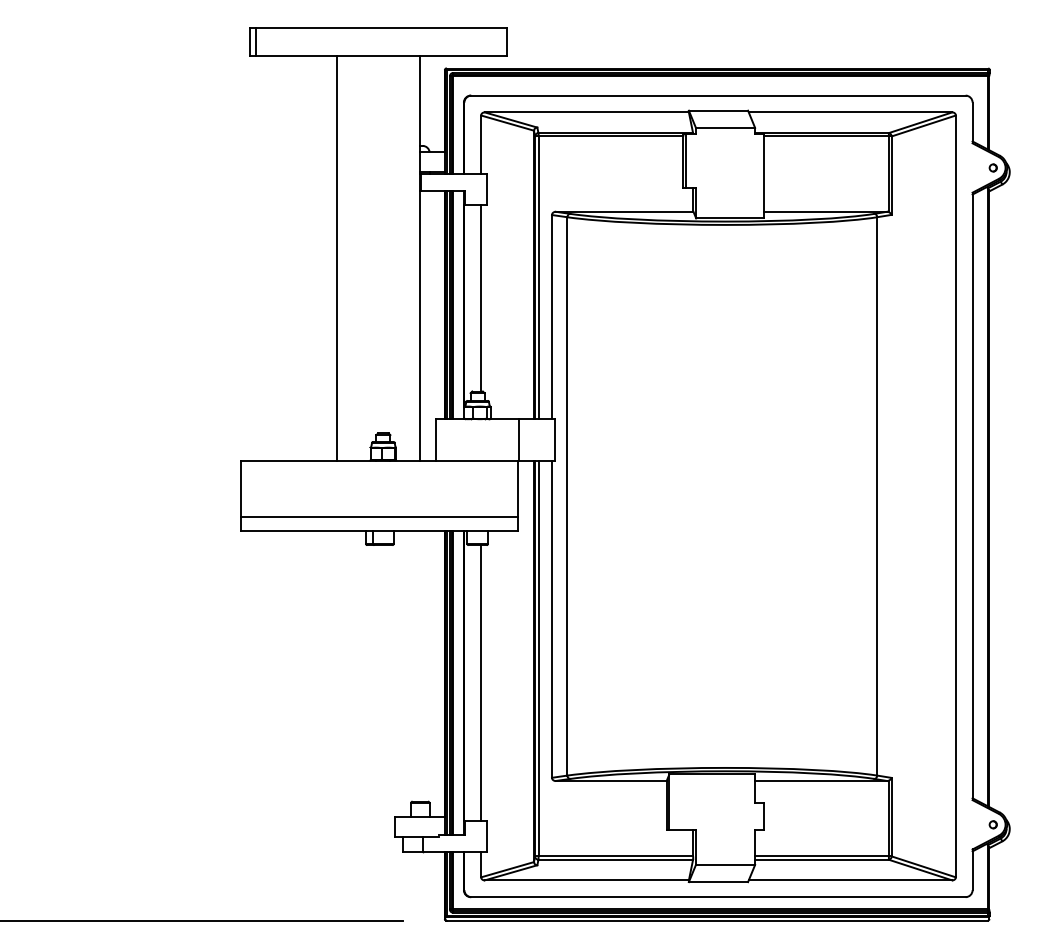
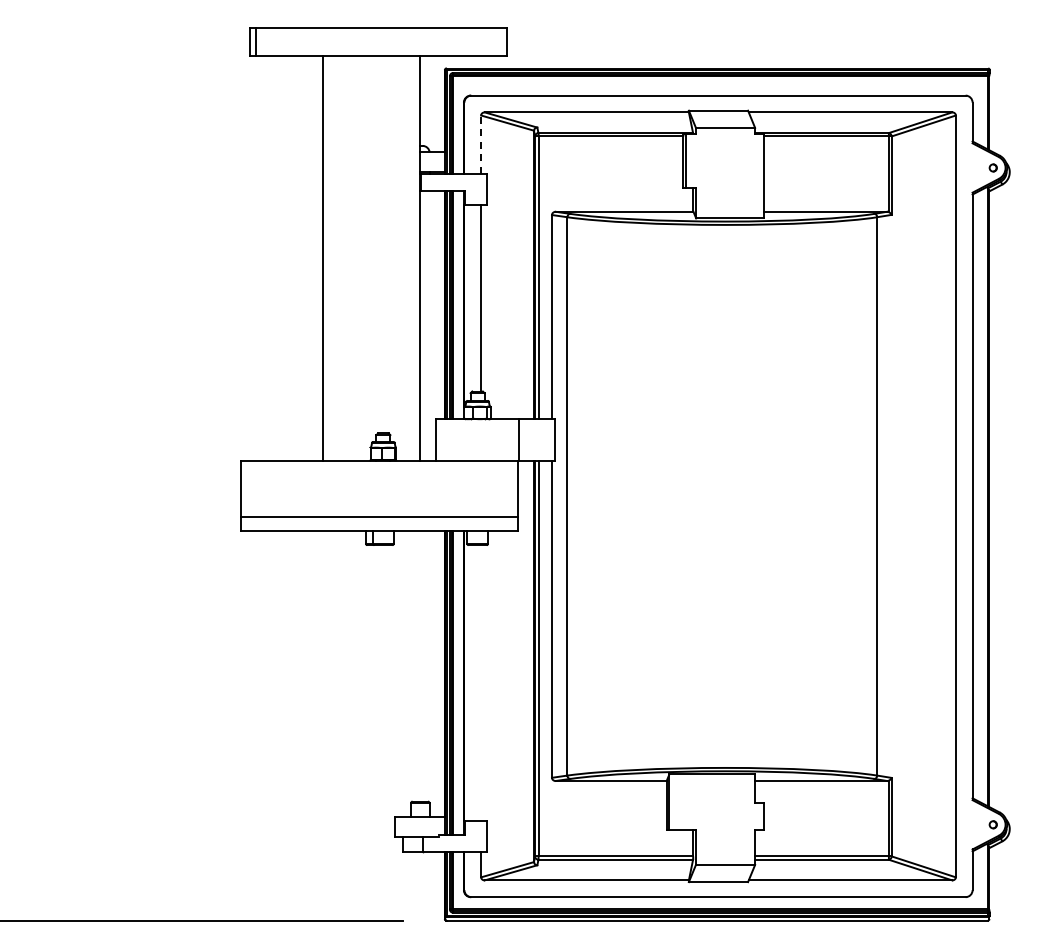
line at (481, 144): solid -> dashed
line at (336, 258) position: (336, 258) -> (322, 258)
line at (481, 683): present -> none
